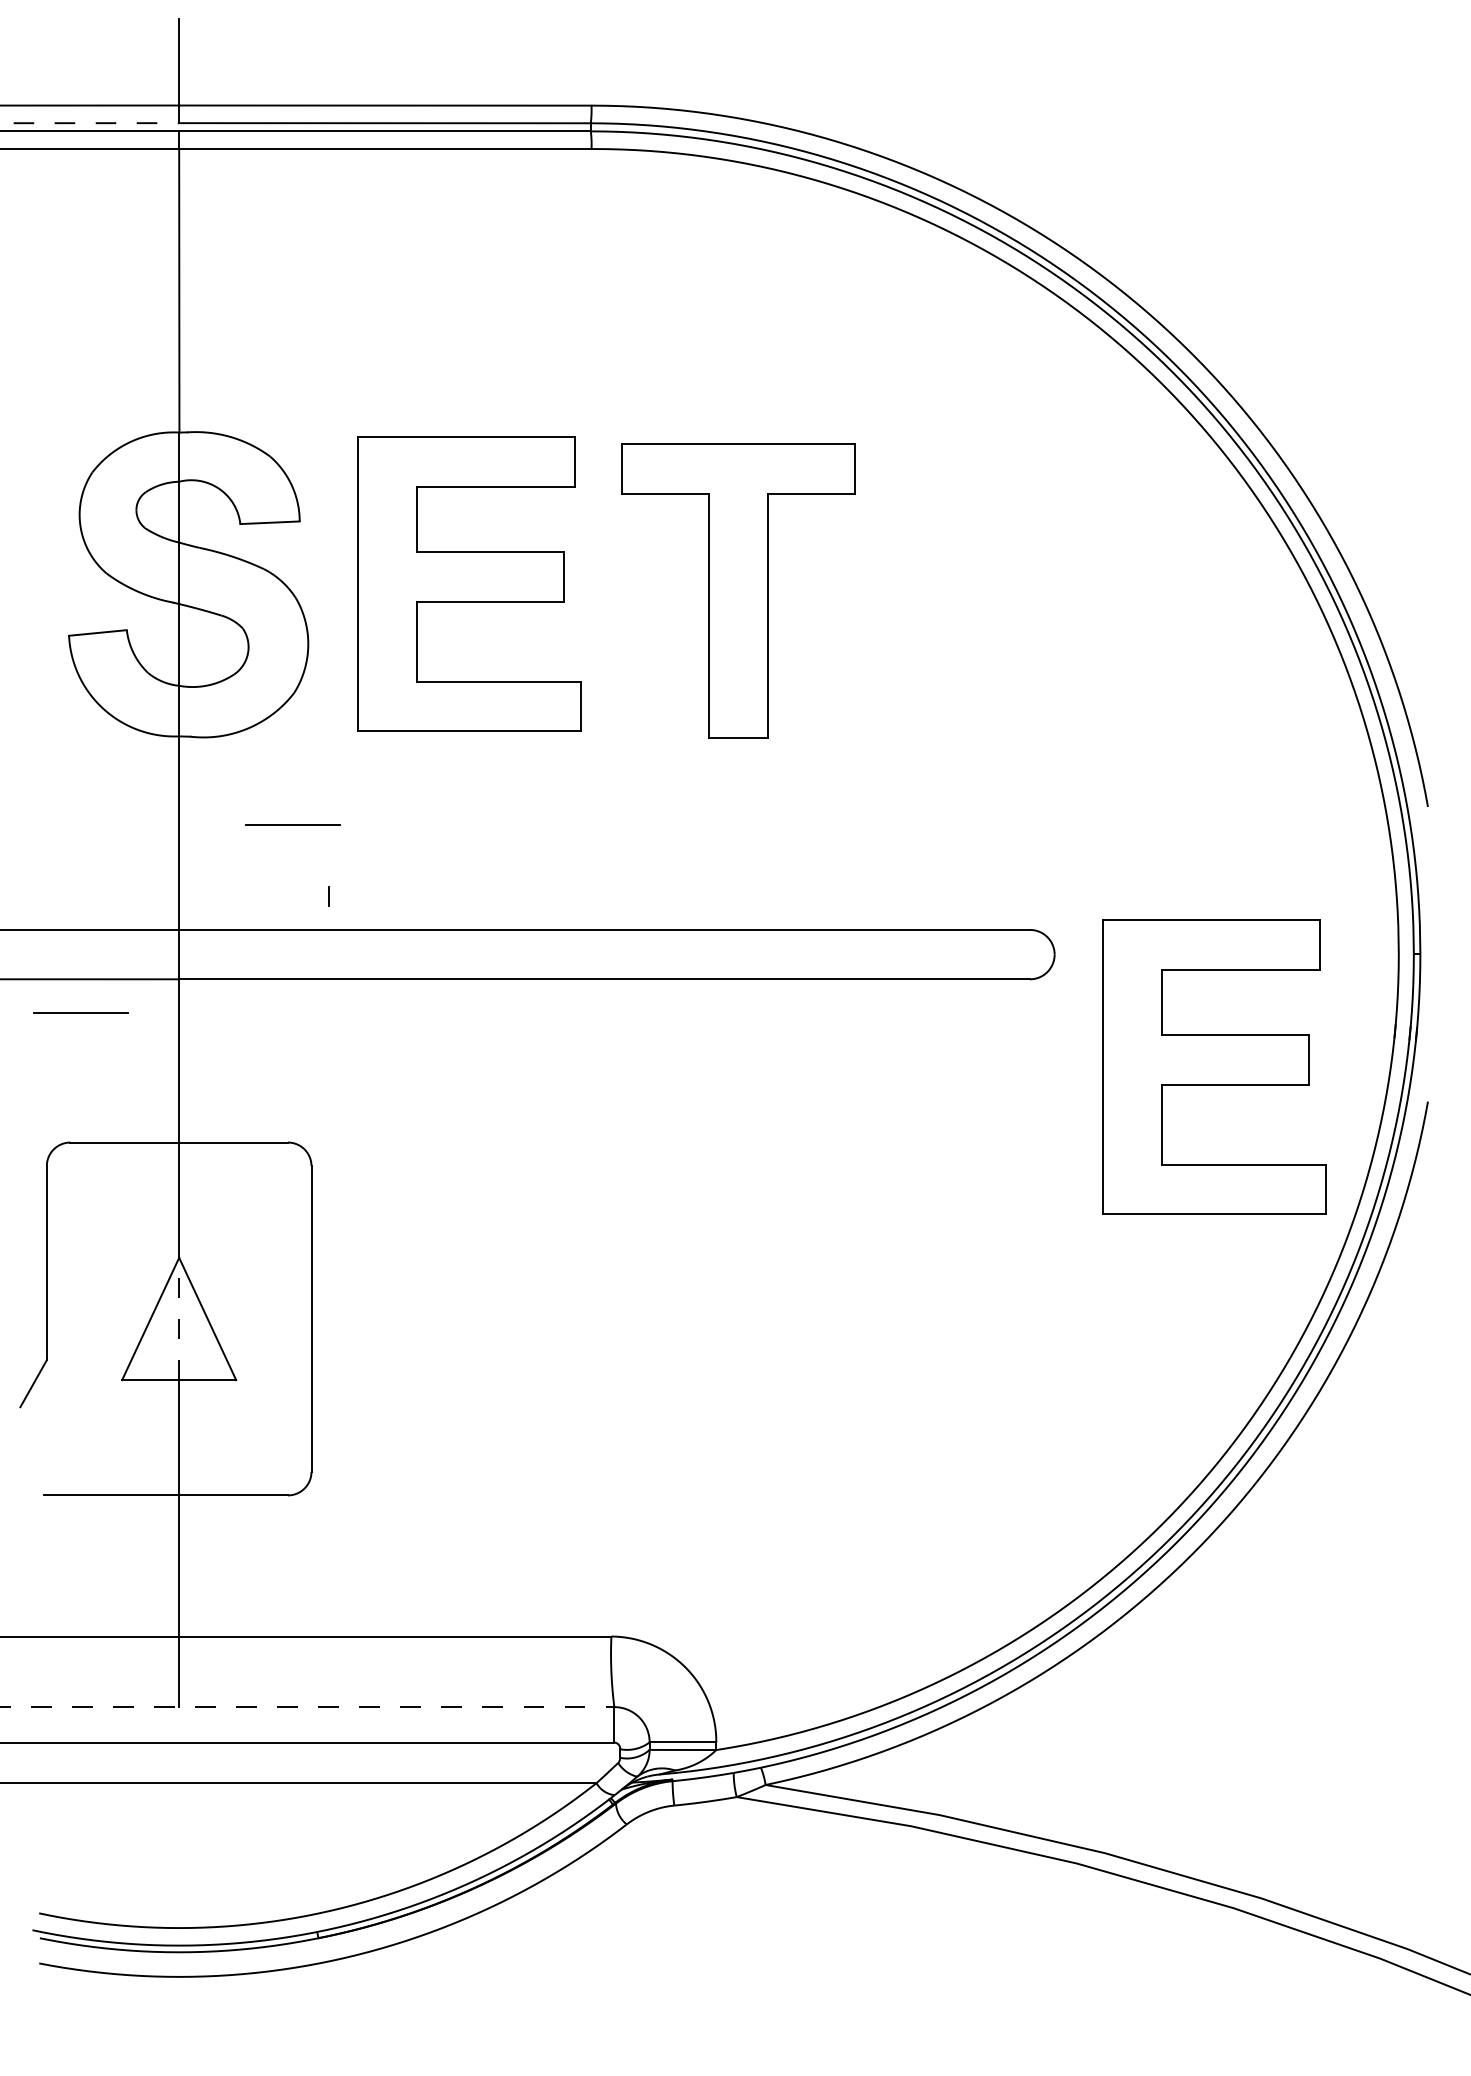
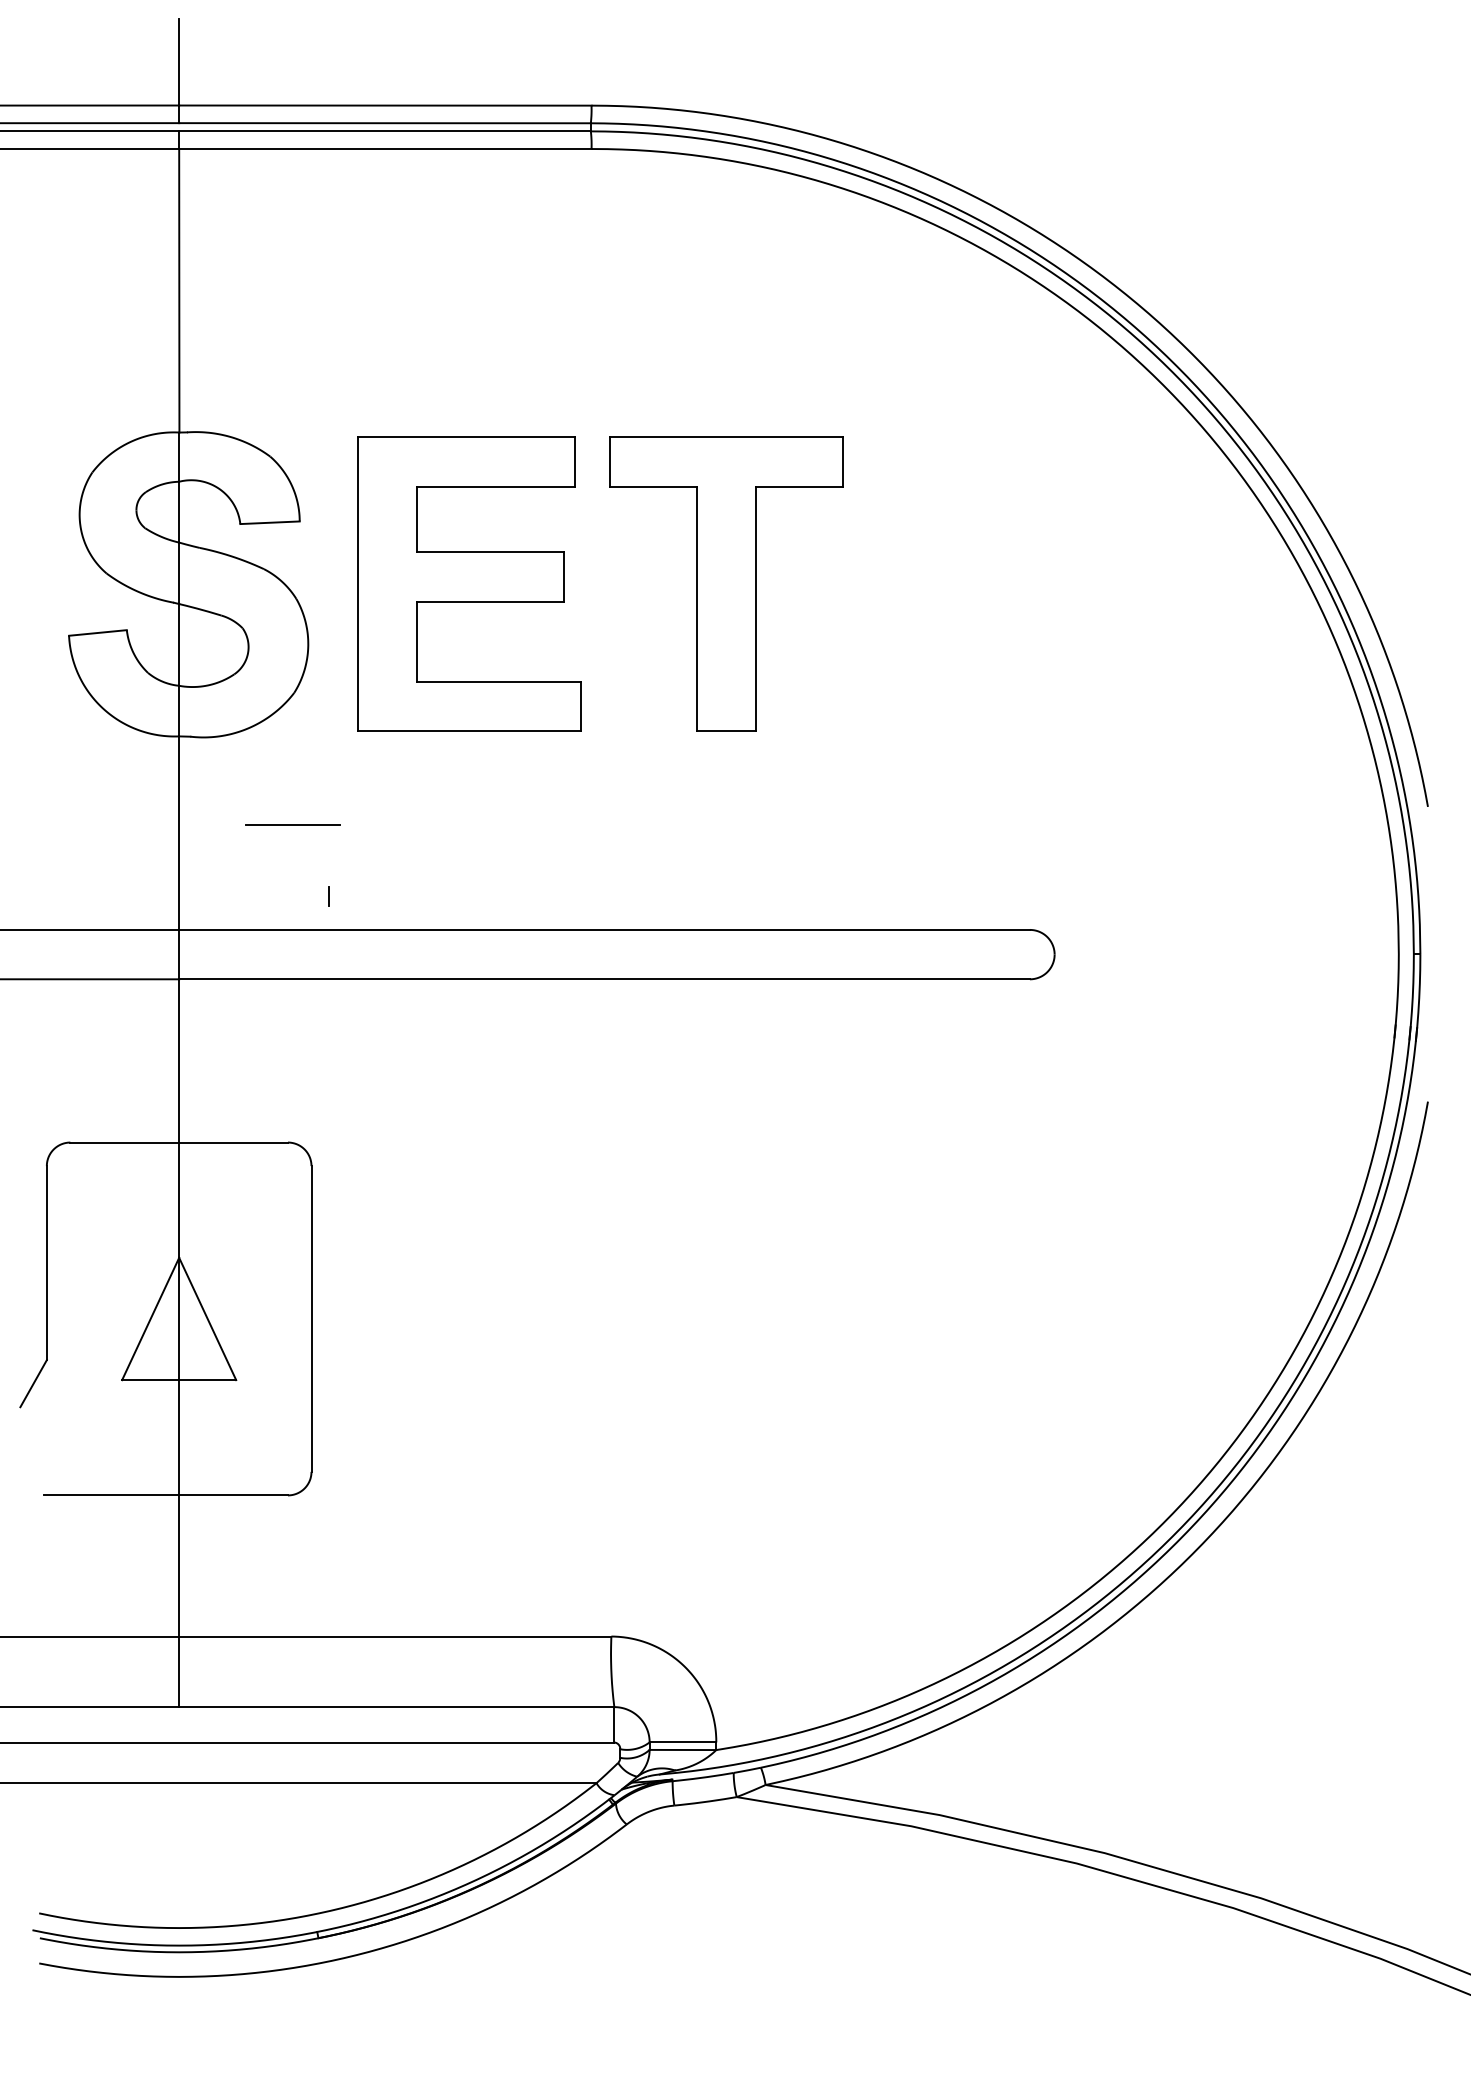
line at (90, 123): dashed -> solid
part at (738, 590) position: (738, 590) -> (726, 583)
line at (80, 1012): present -> none
part at (1214, 1066): present -> none
line at (179, 1318): dashed -> solid
line at (307, 1707): dashed -> solid
